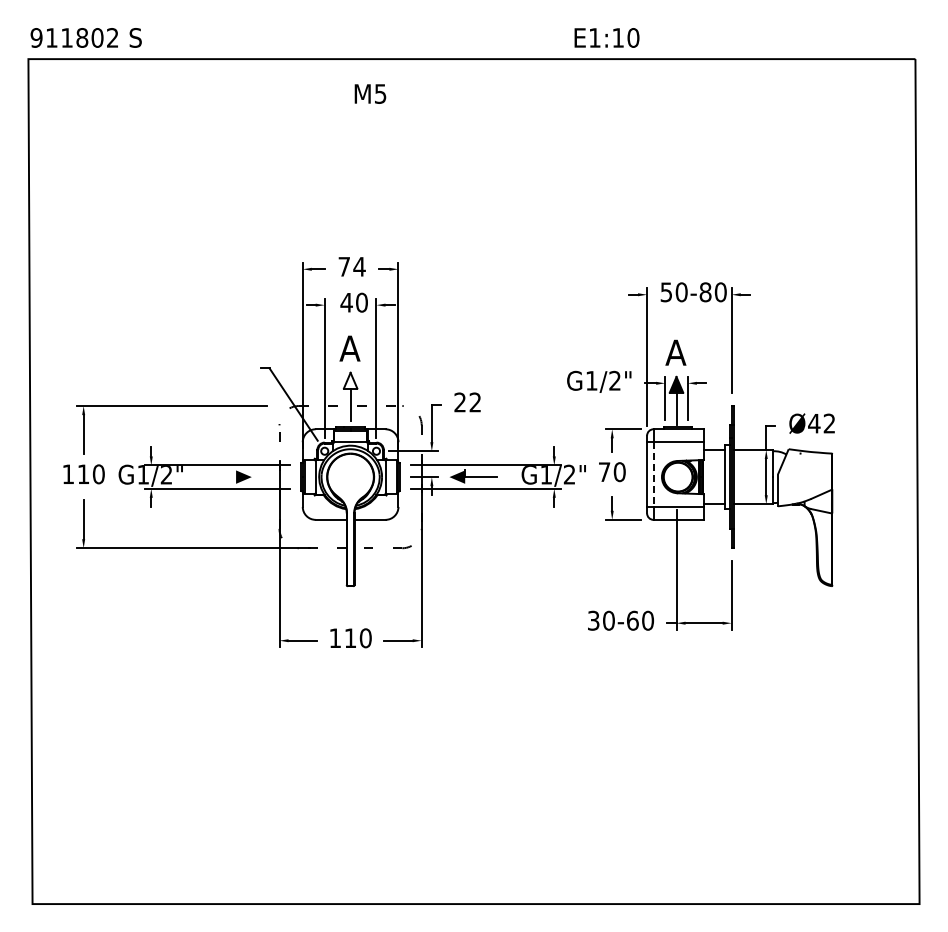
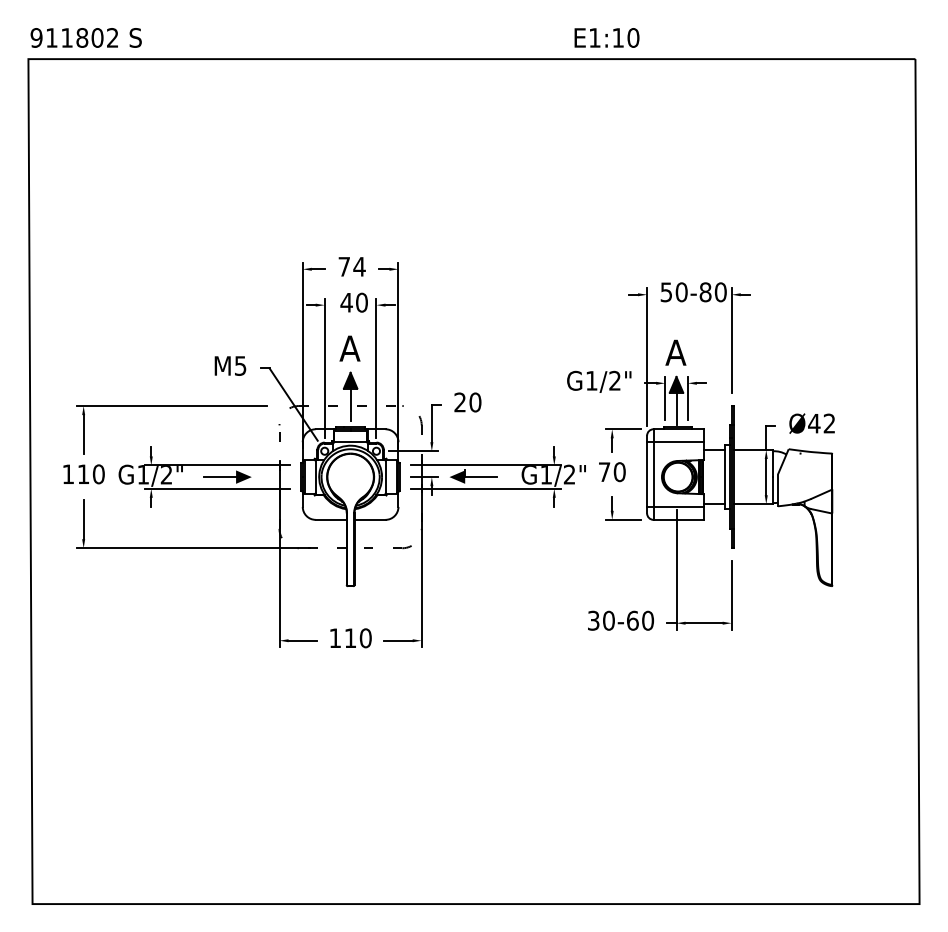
text at (370, 93) position: (370, 93) -> (230, 365)
fill at (350, 380): none -> present
text at (475, 402): 22 -> 20
line at (653, 475): dashed -> solid
line at (219, 477): none -> present
